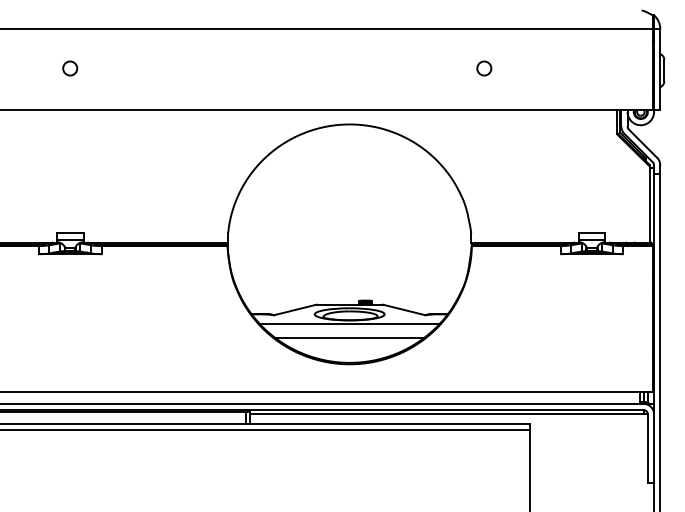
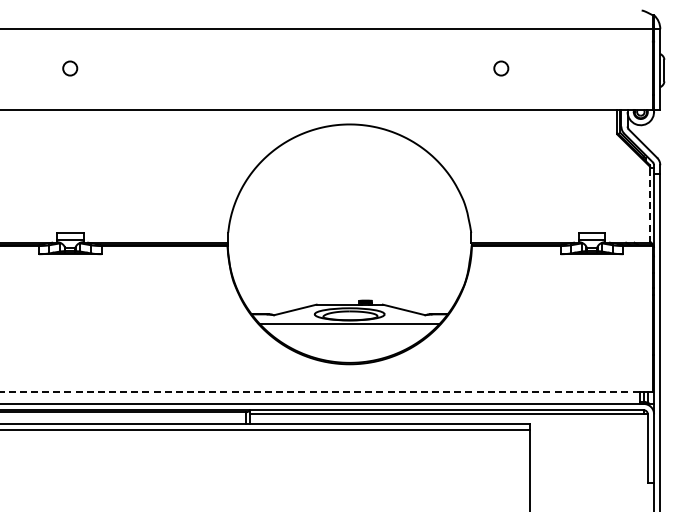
circle at (484, 68) position: (484, 68) -> (501, 68)
line at (649, 204): solid -> dashed
line at (349, 338): present -> none
line at (319, 391): solid -> dashed
